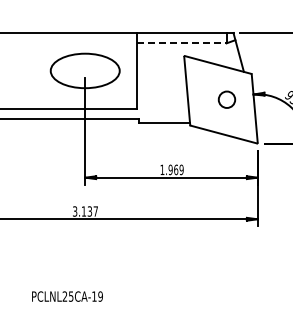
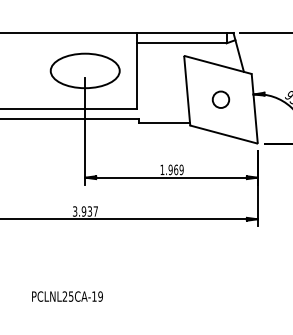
line at (181, 43): dashed -> solid
circle at (226, 99) position: (226, 99) -> (220, 99)
text at (83, 211): 3.137 -> 3.937
